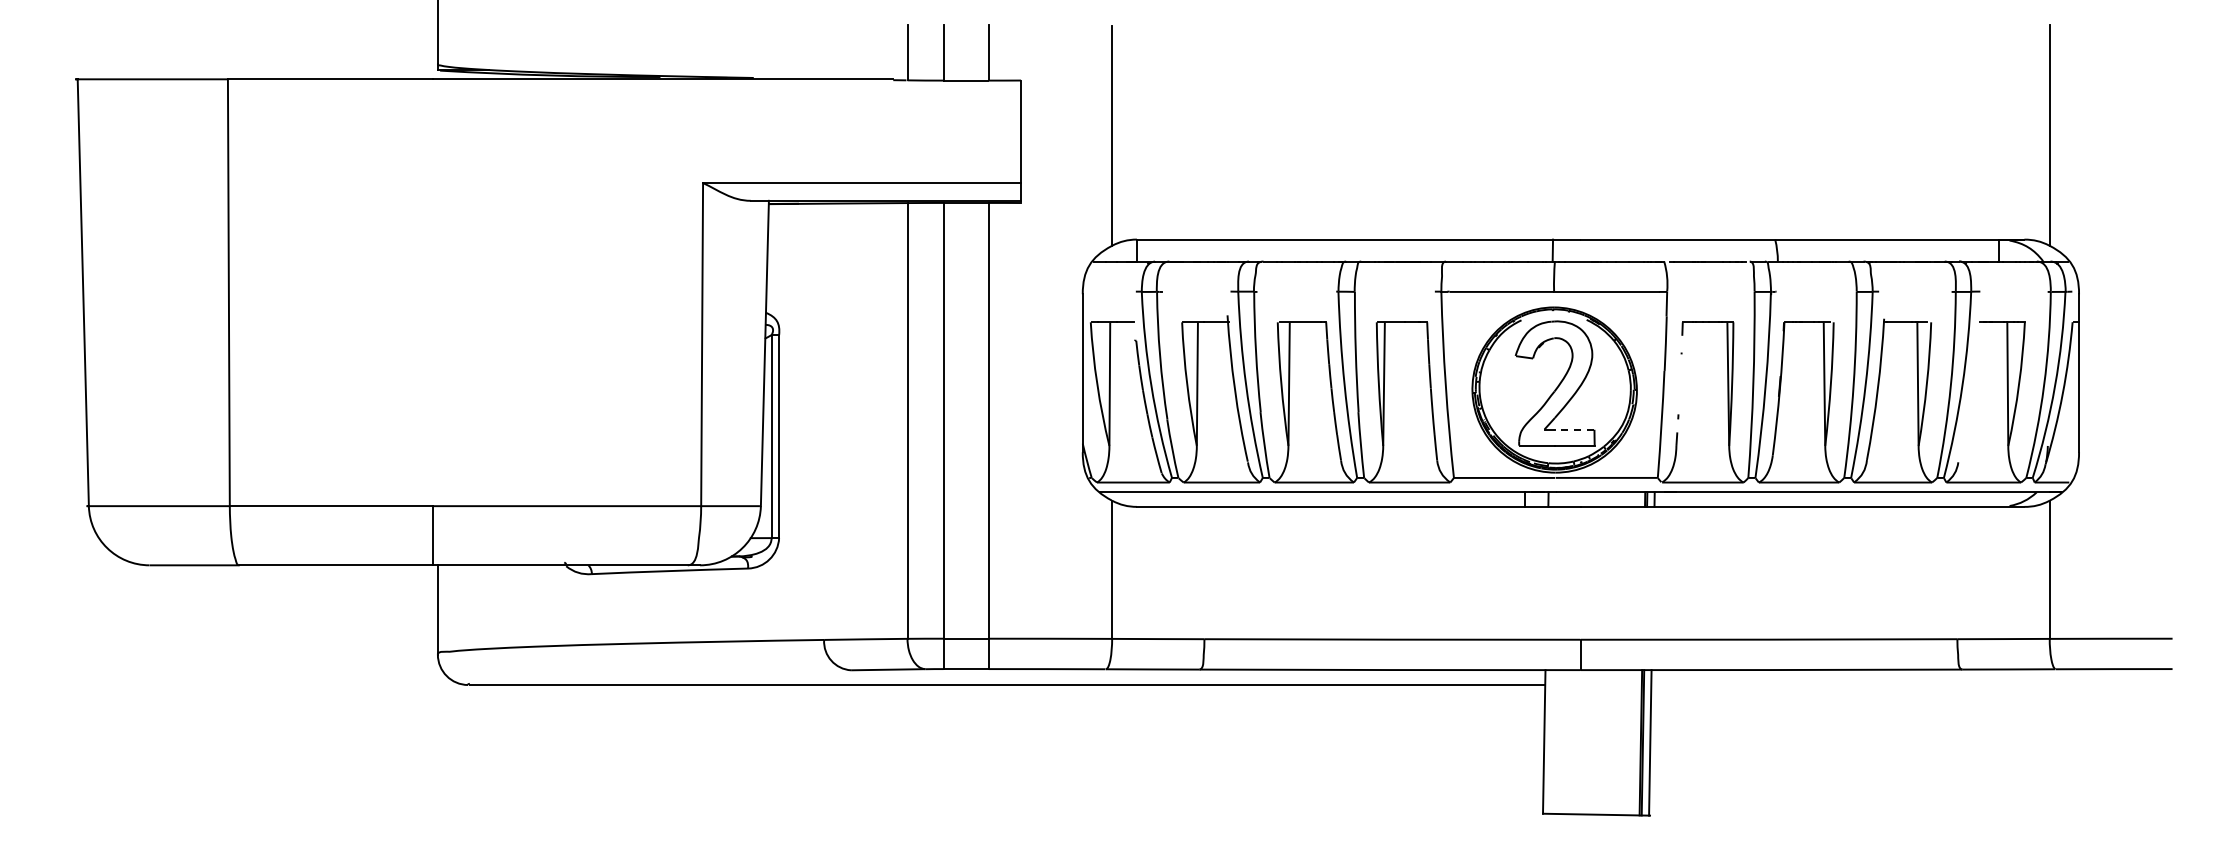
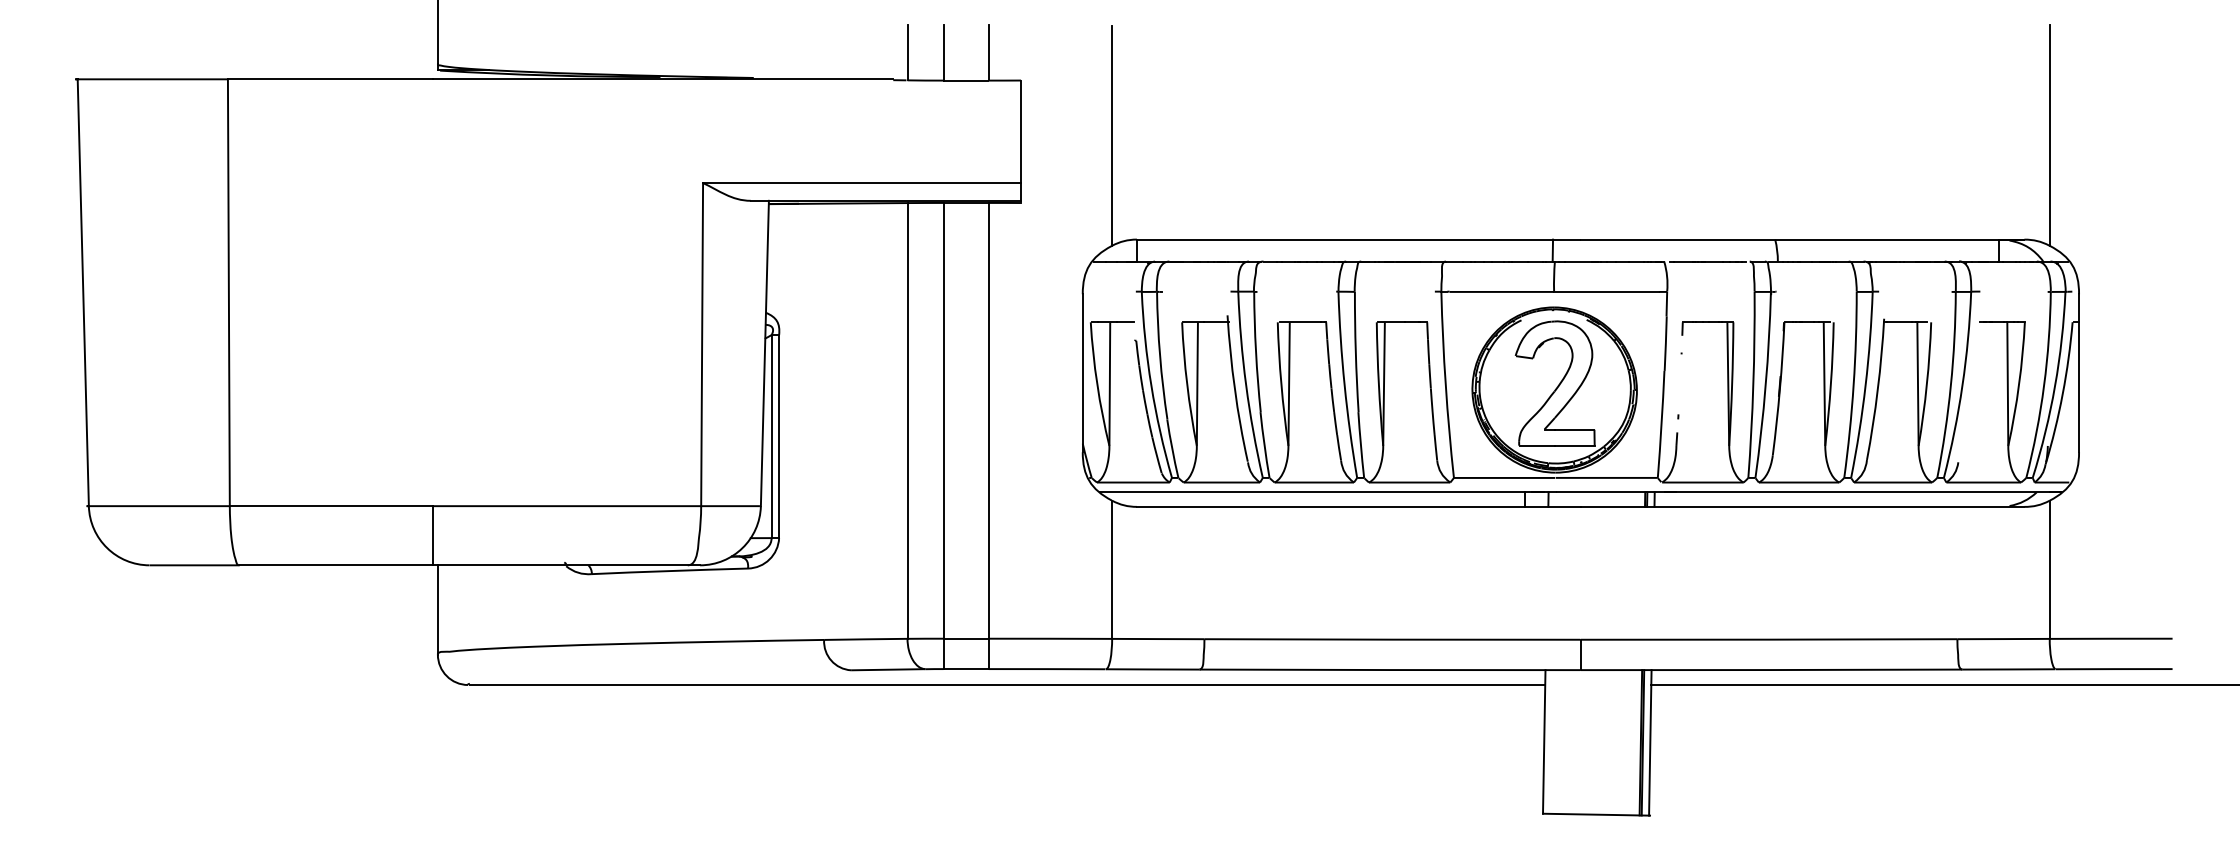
line at (1574, 429): dashed -> solid
line at (1943, 685): none -> present
